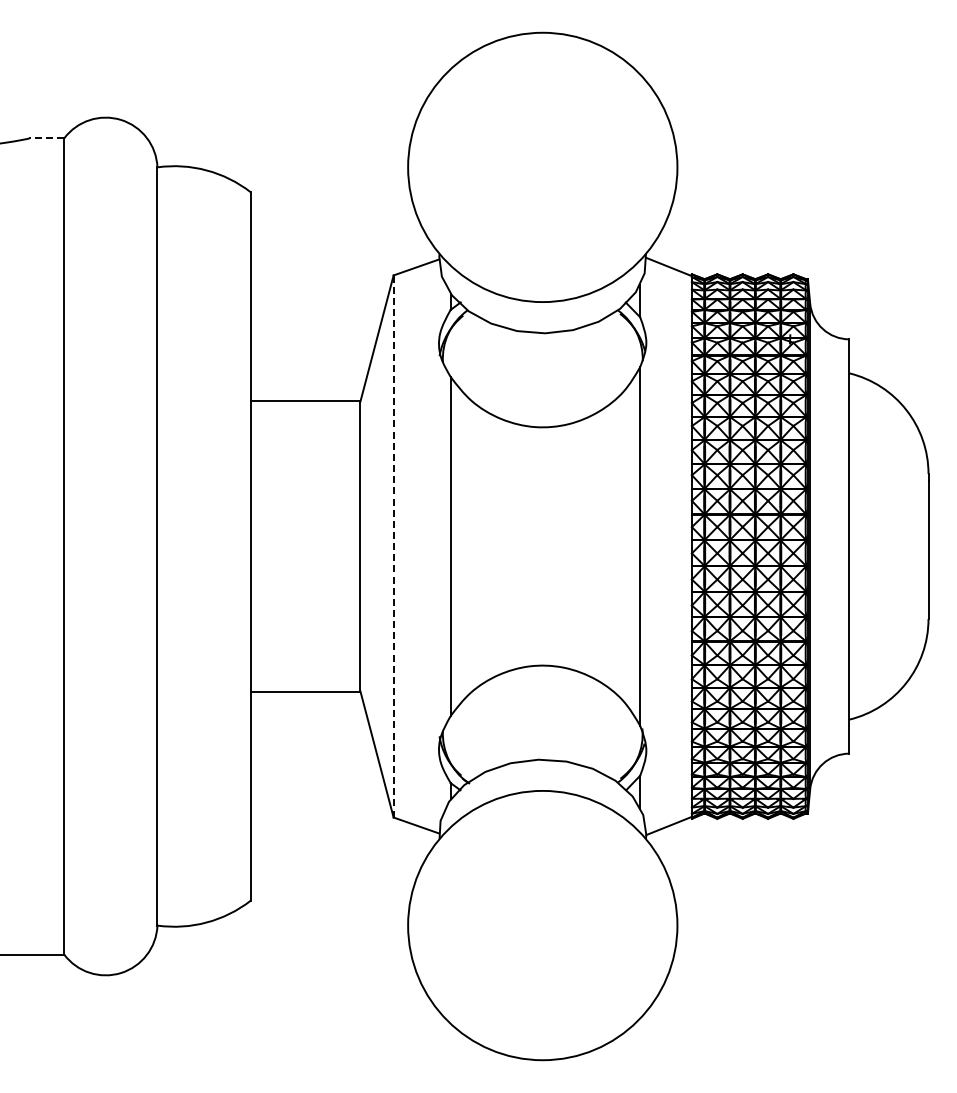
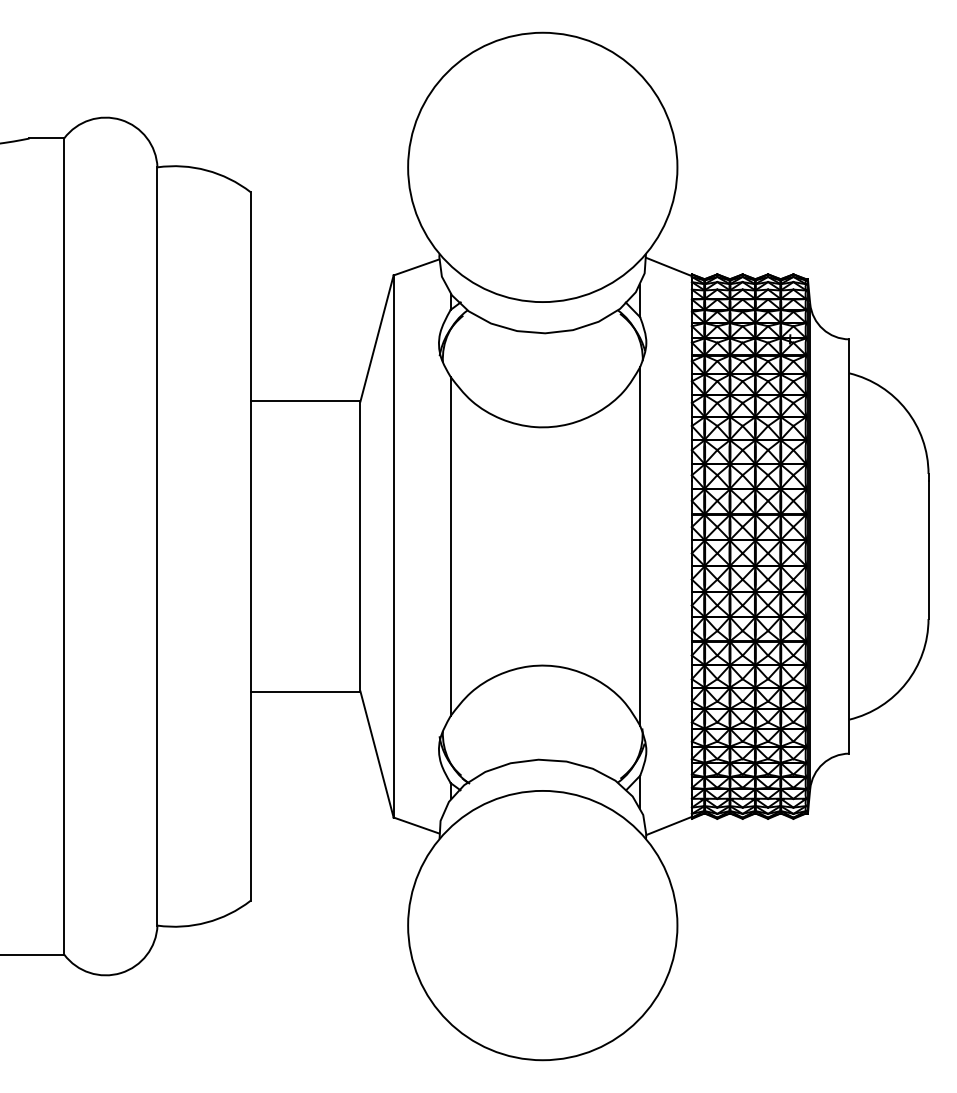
line at (46, 138): dashed -> solid
line at (393, 545): dashed -> solid
